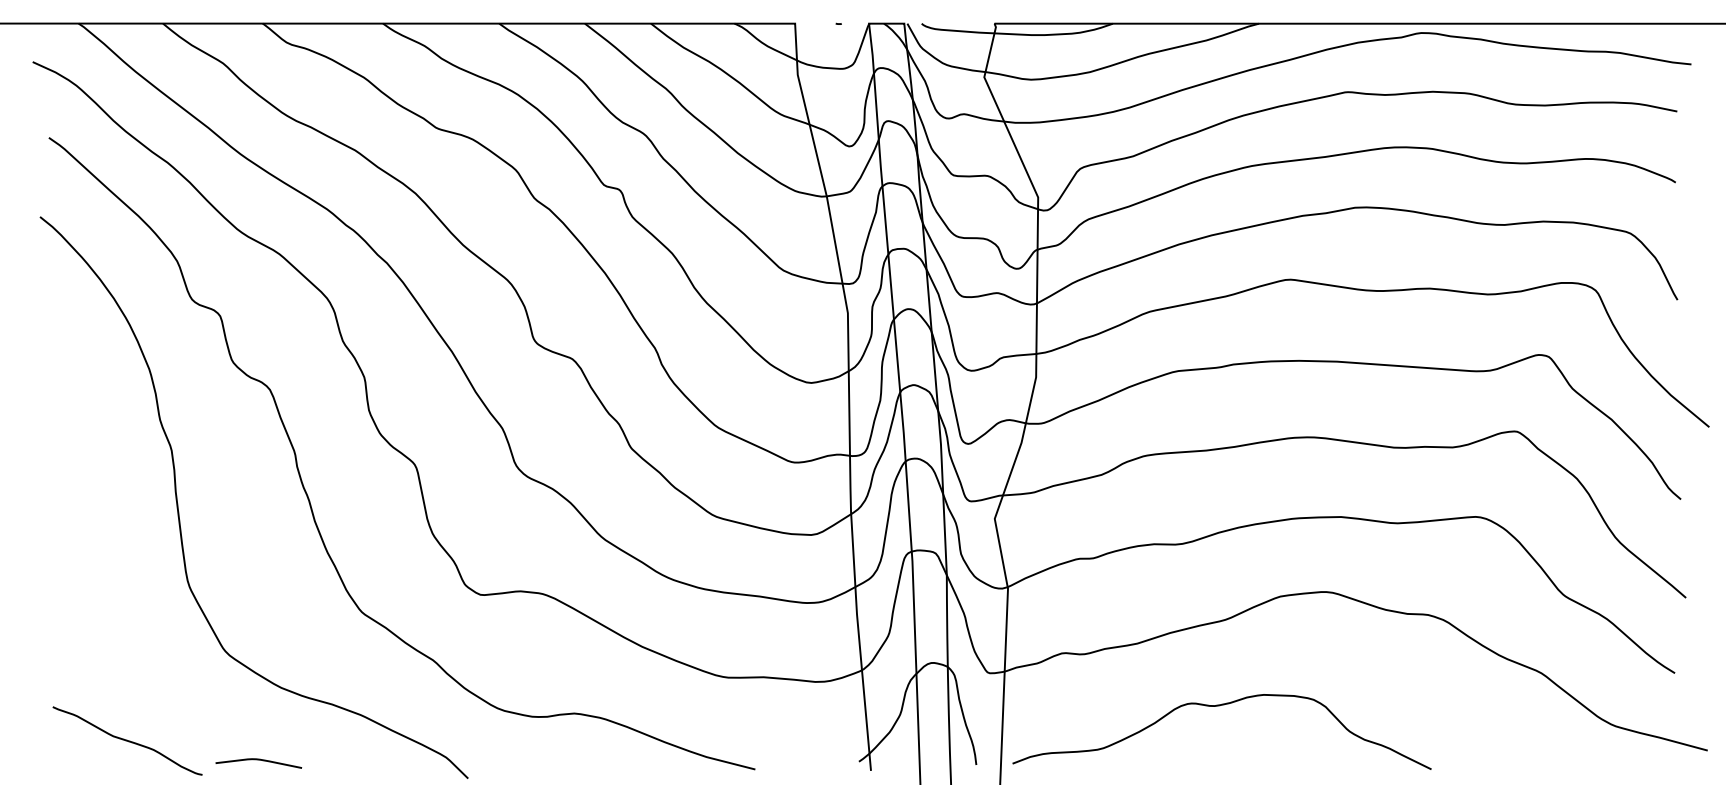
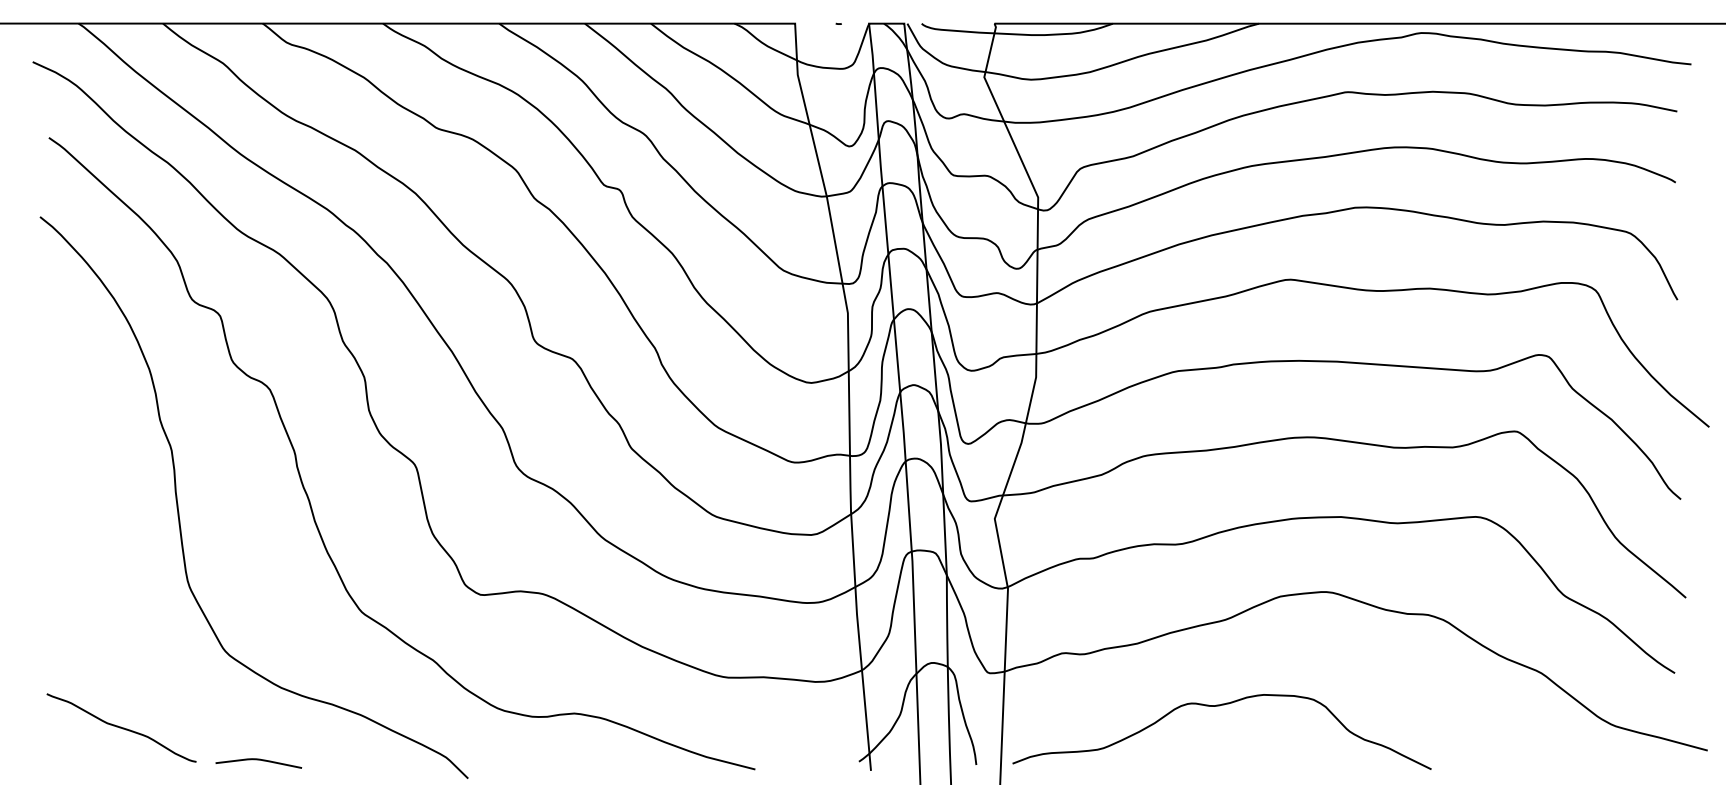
curve at (127, 740) position: (127, 740) -> (121, 727)
